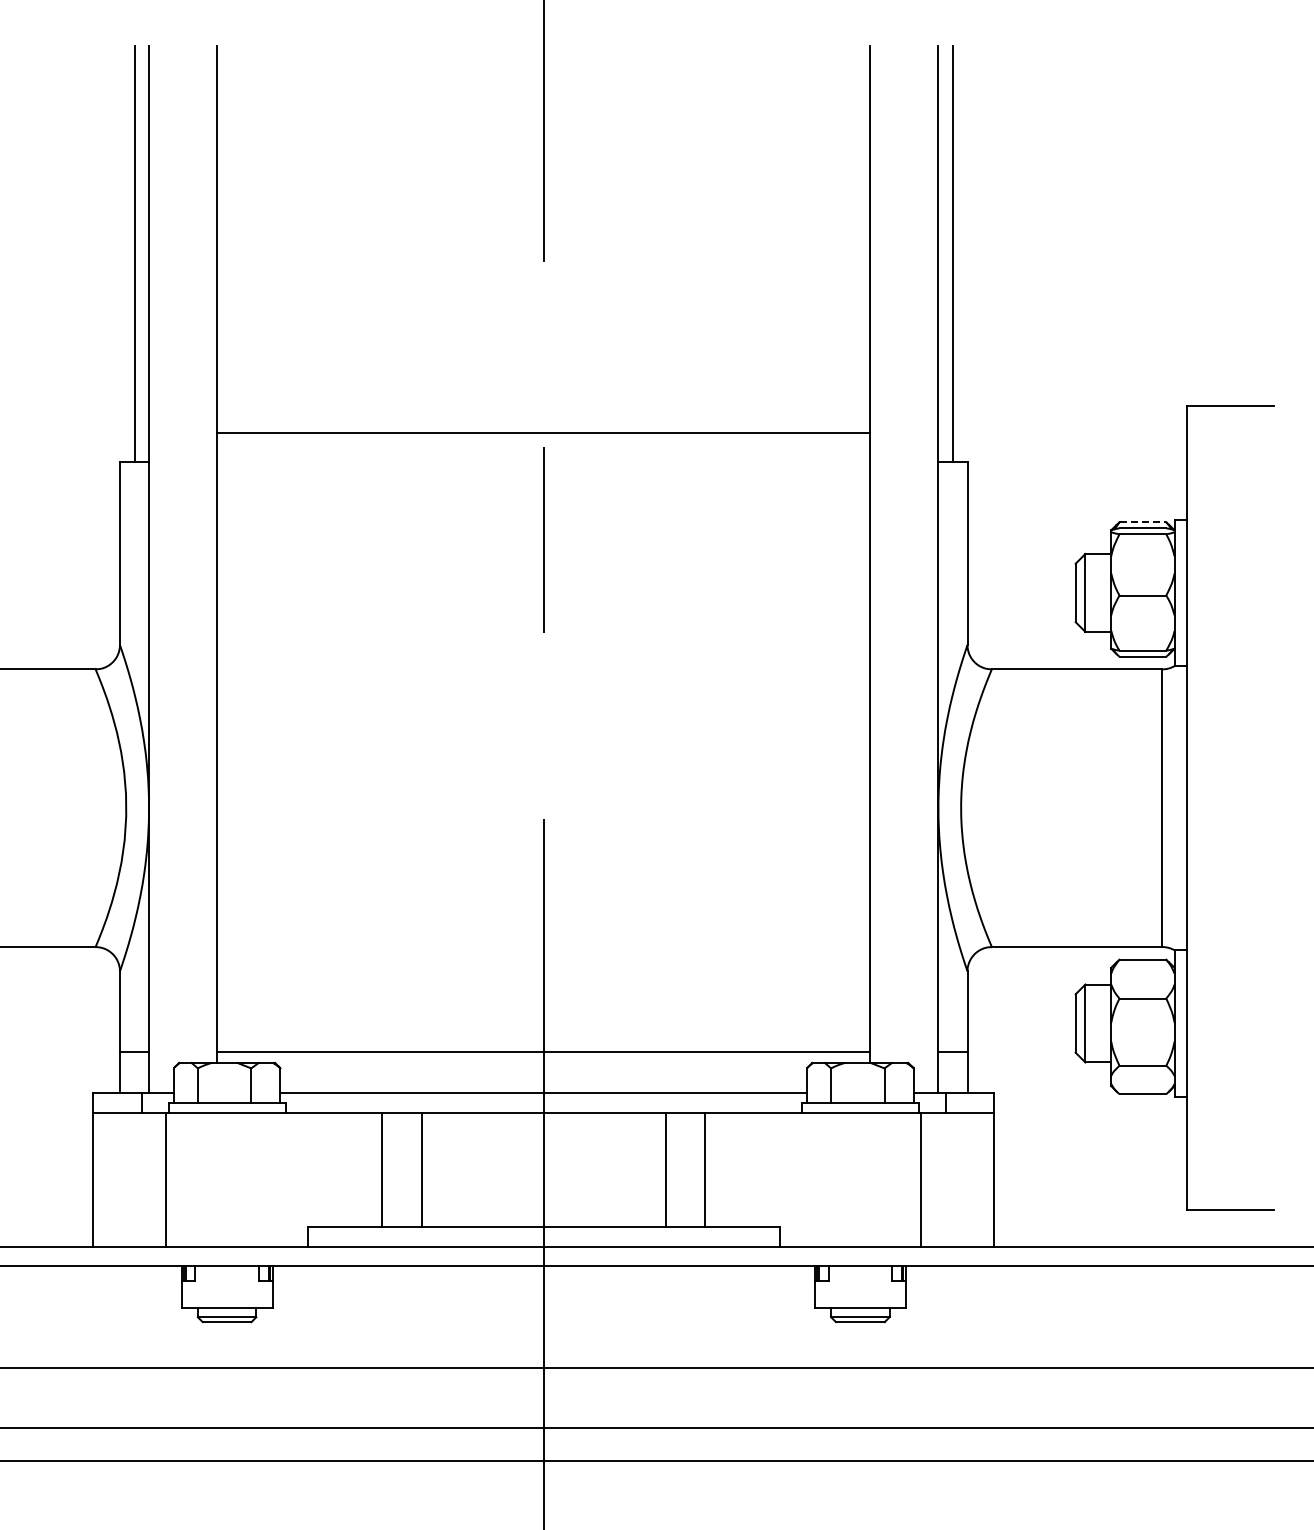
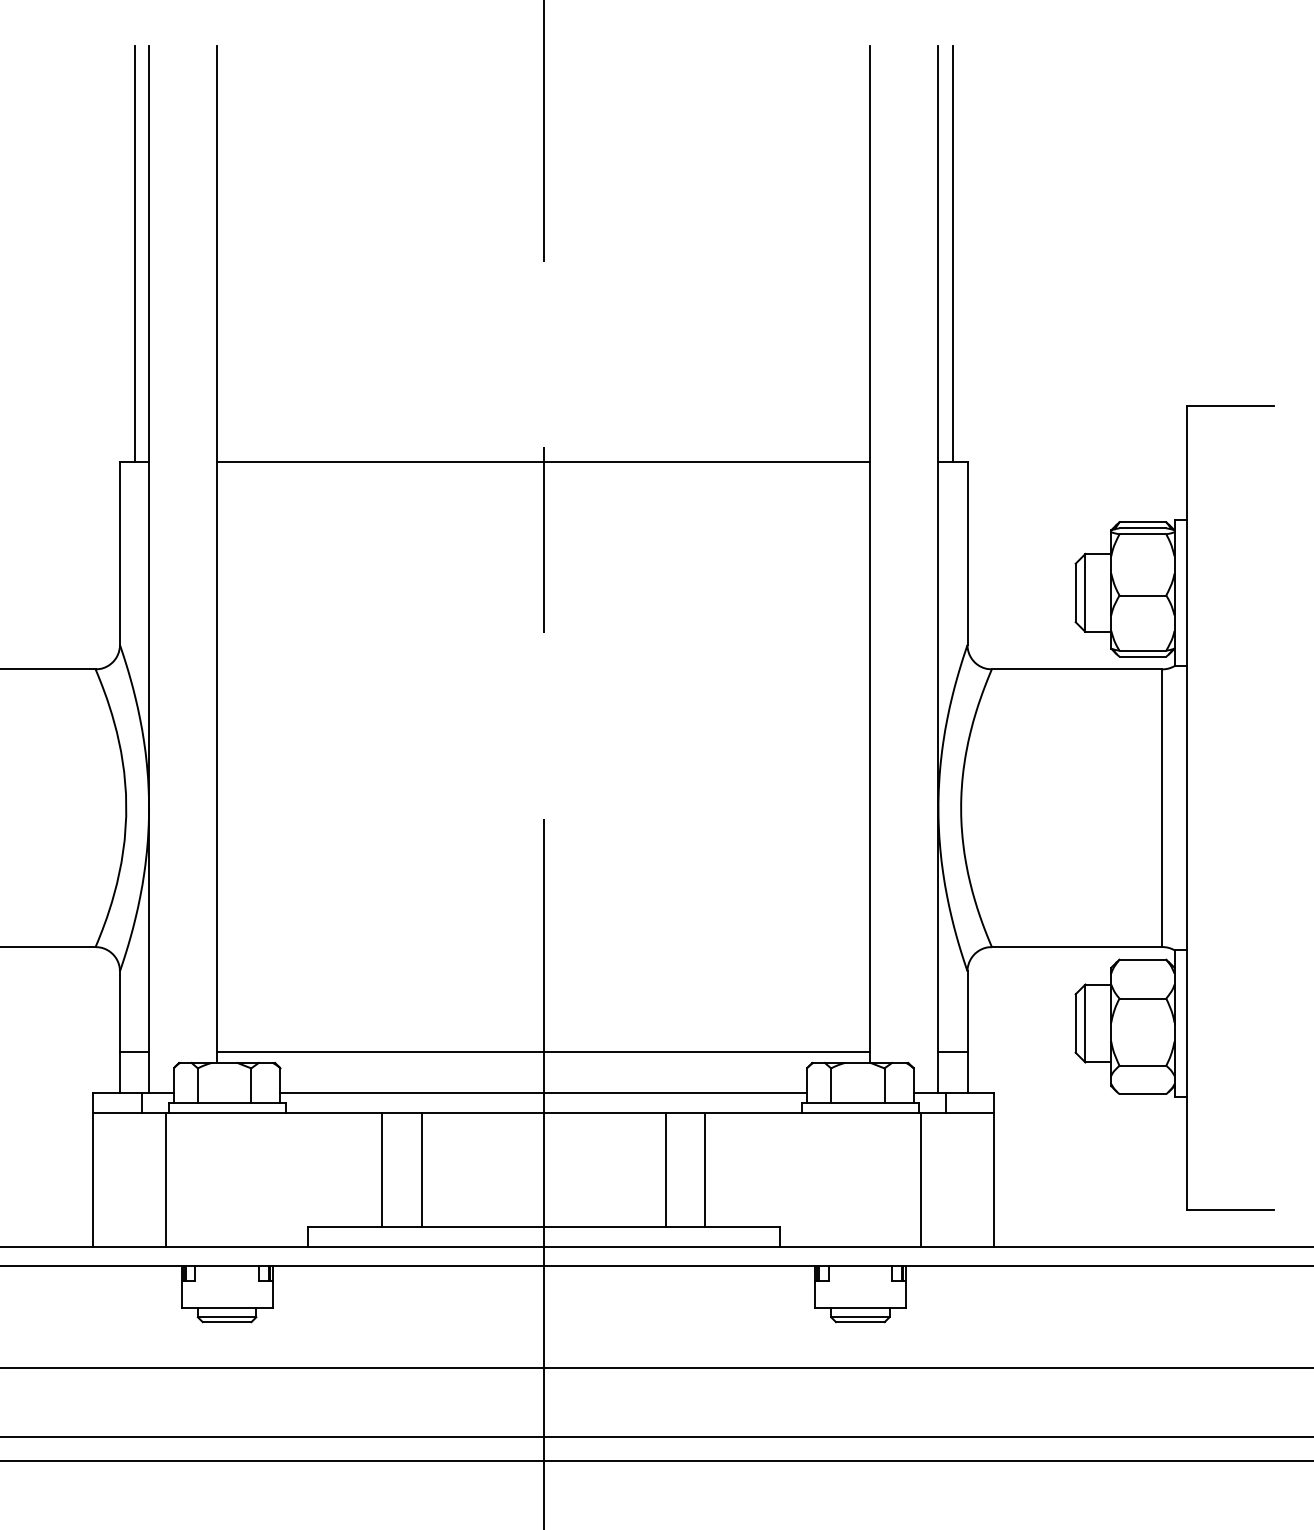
line at (543, 433) position: (543, 433) -> (543, 462)
line at (1143, 522): dashed -> solid
line at (656, 1427) position: (656, 1427) -> (656, 1436)
